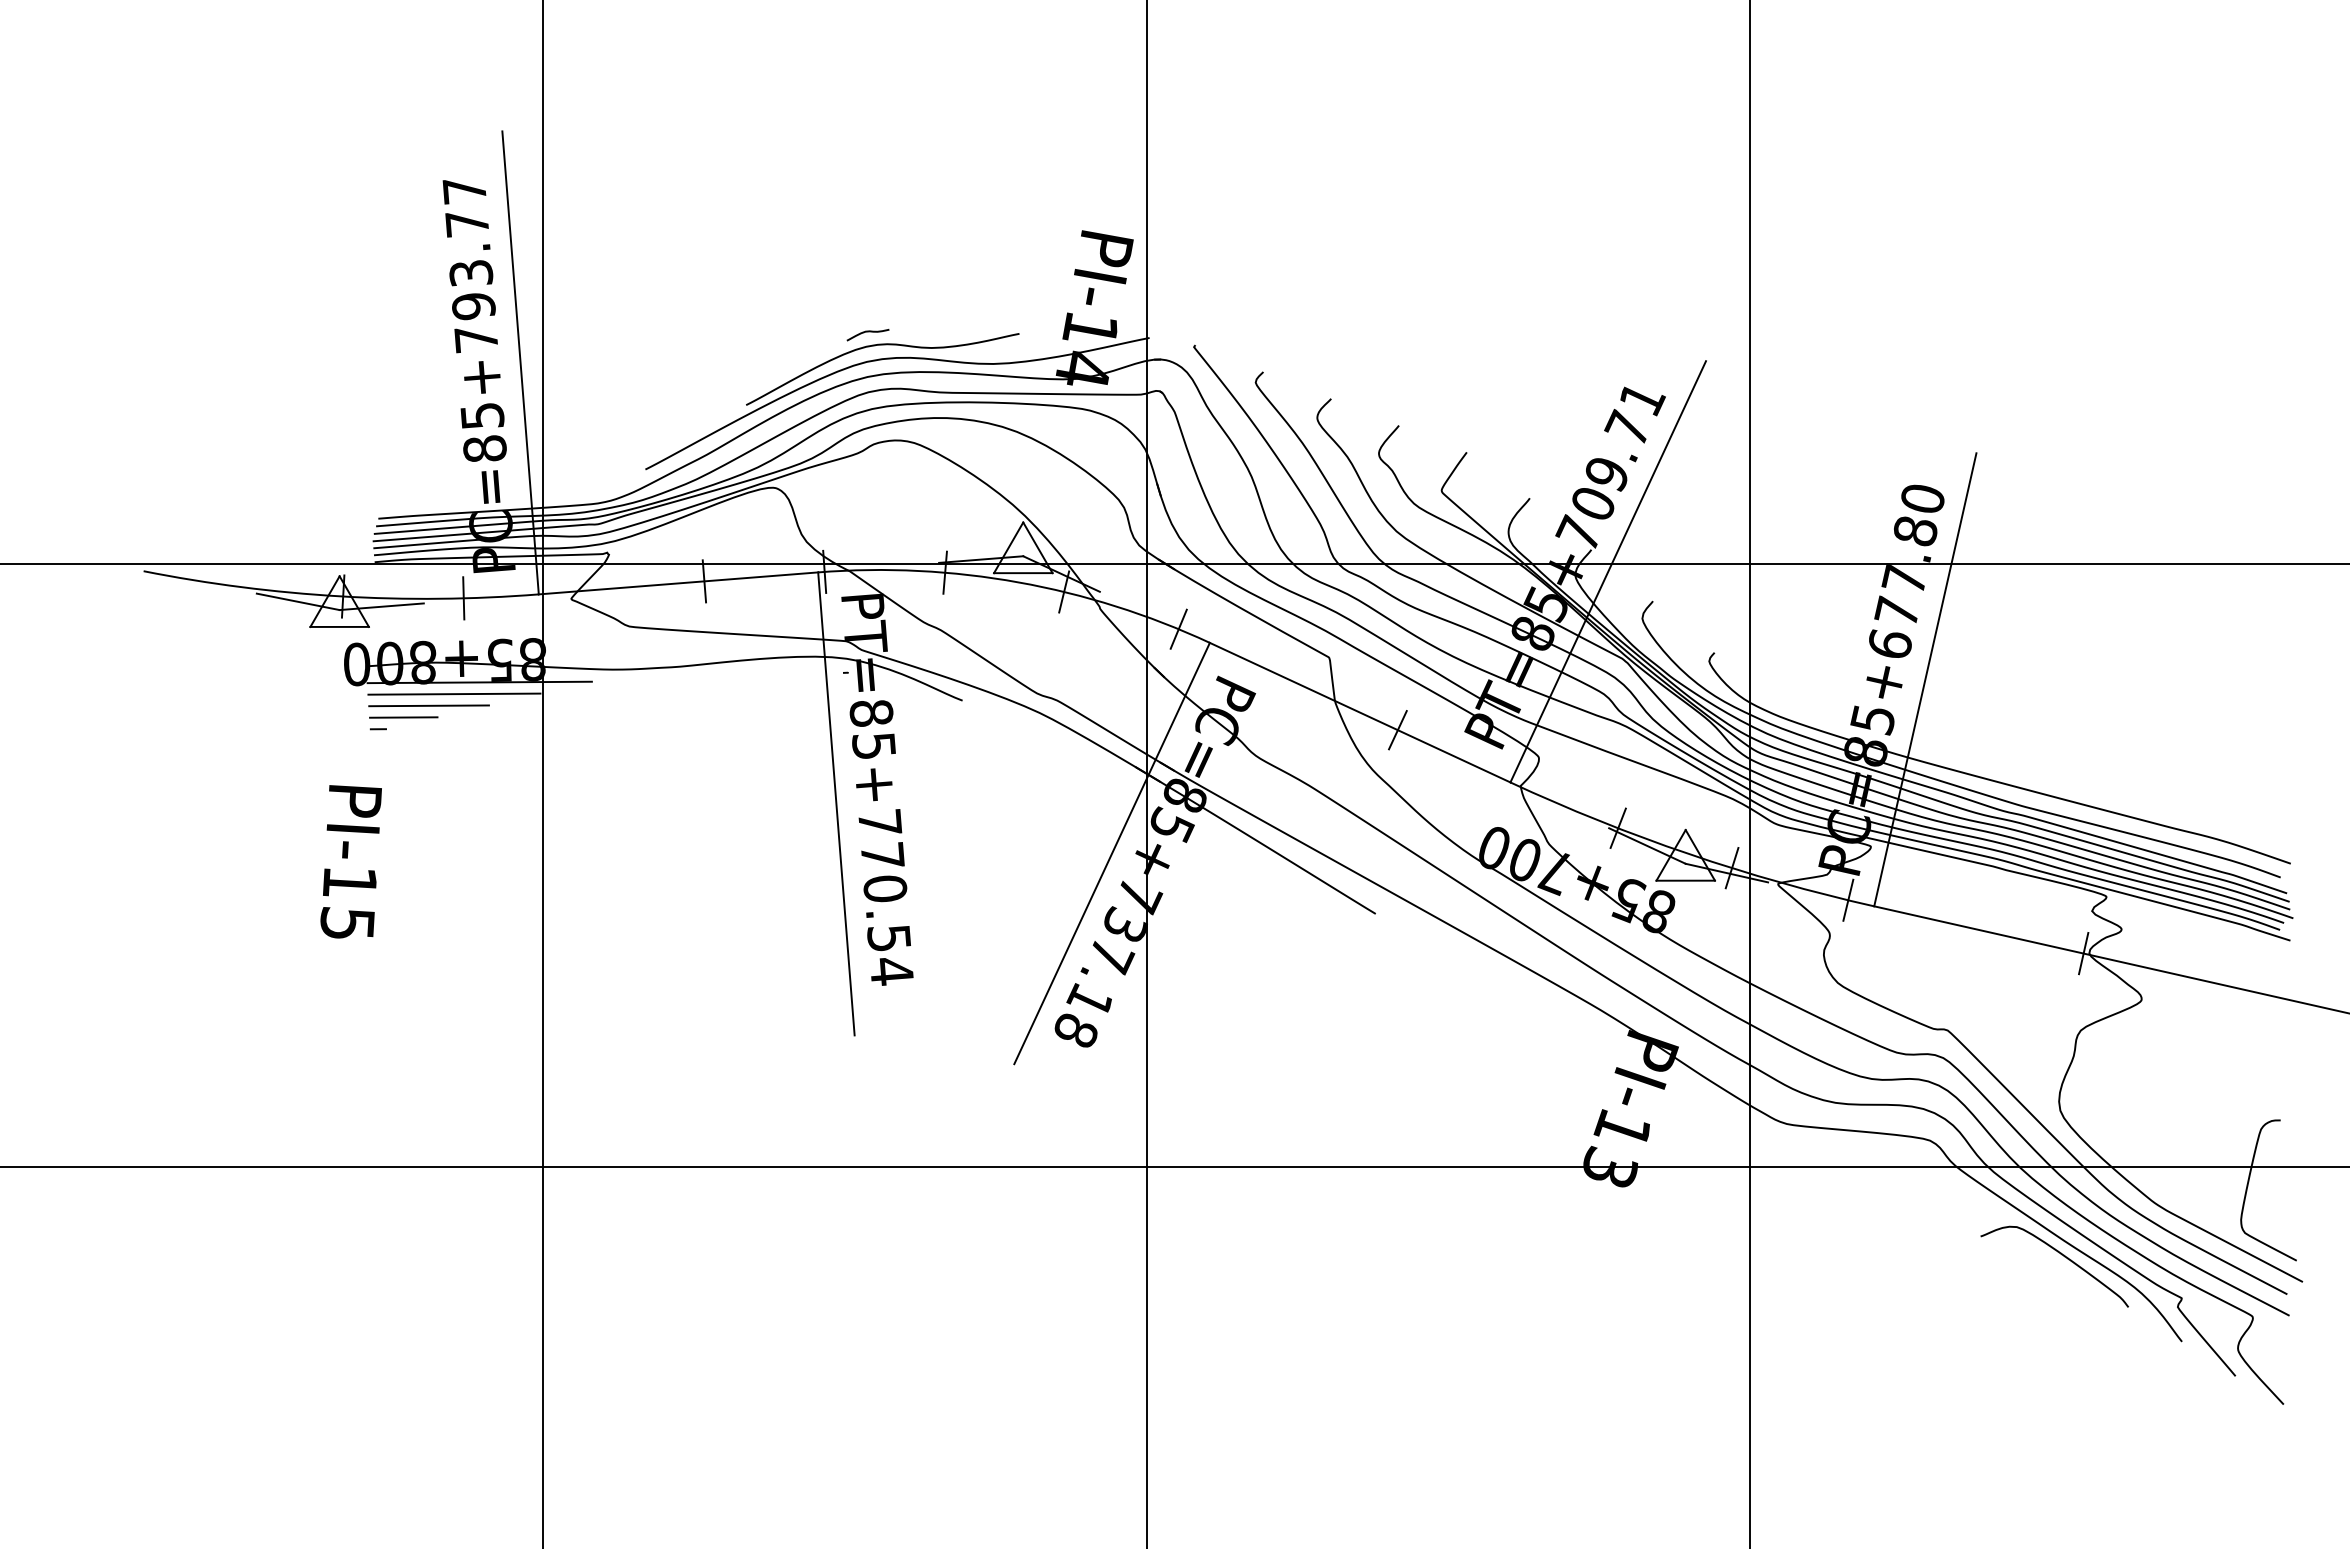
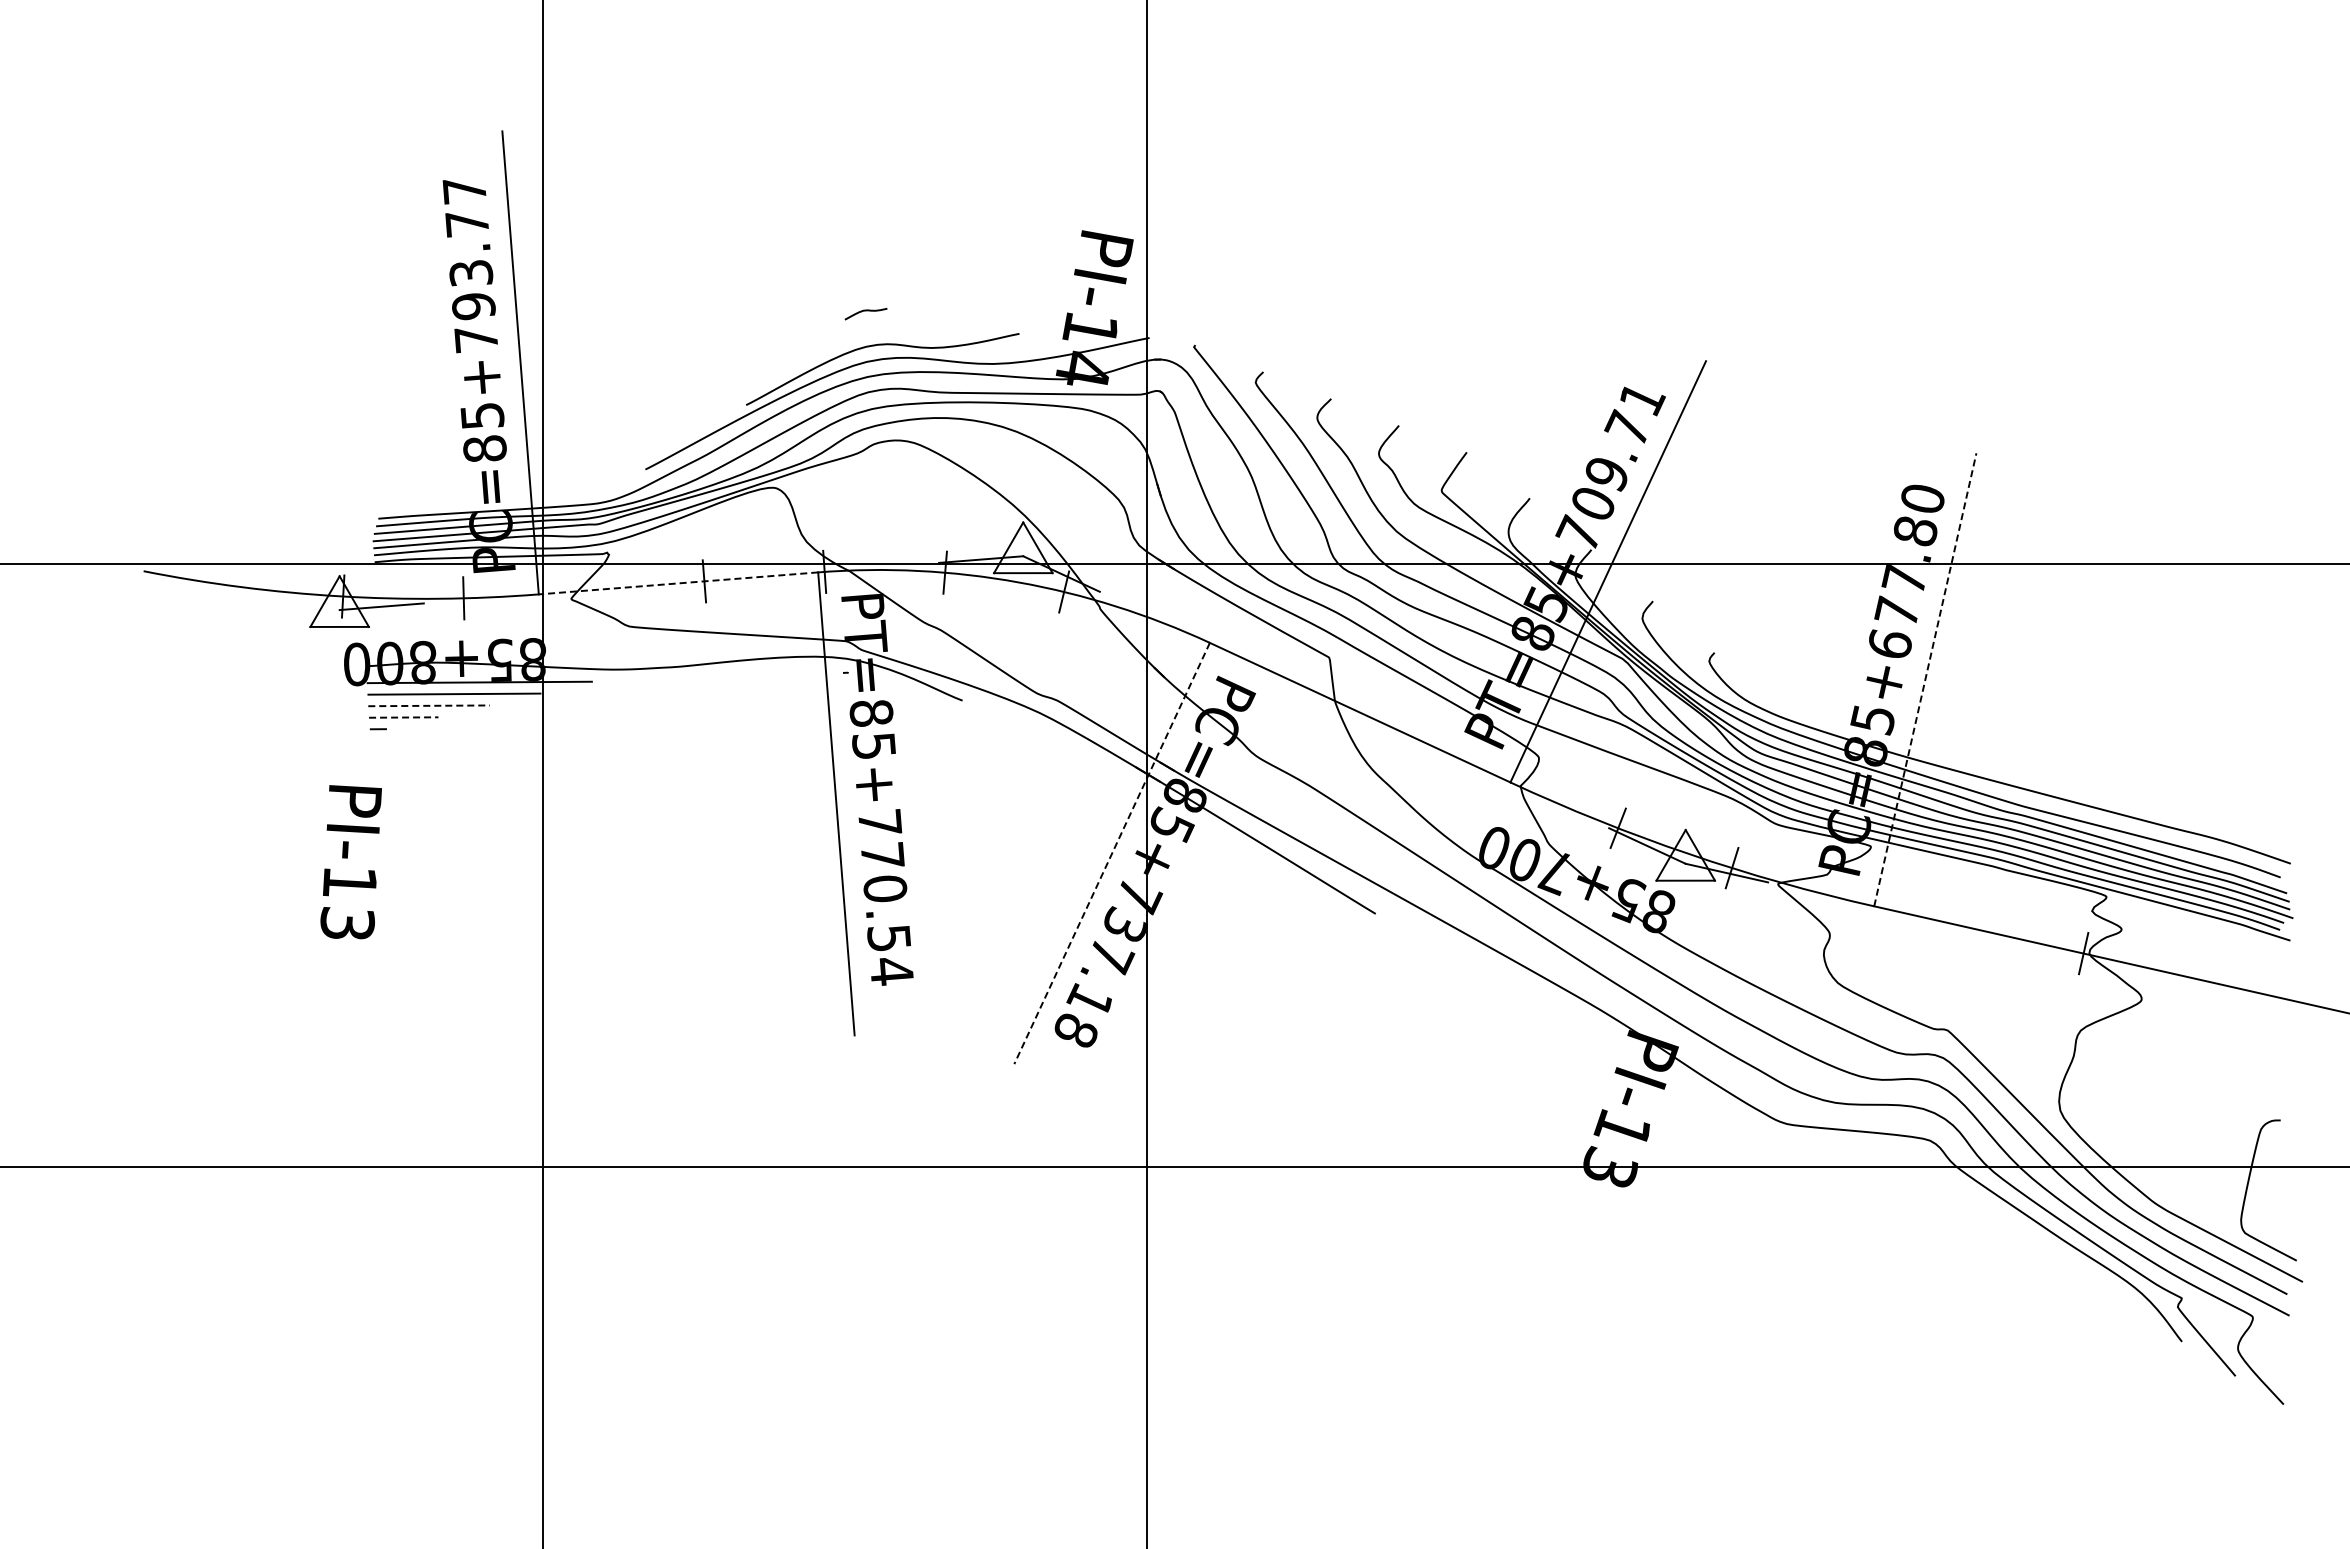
curve at (867, 332) position: (867, 332) -> (865, 311)
line at (678, 583): solid -> dashed
line at (297, 601): present -> none
line at (1178, 628): present -> none
line at (1925, 679): solid -> dashed
line at (429, 705): solid -> dashed
line at (403, 717): solid -> dashed
line at (1397, 730): present -> none
line at (1749, 773): present -> none
line at (1111, 853): solid -> dashed
line at (1848, 899): present -> none
text at (347, 923): PI-15 -> PI-13
curve at (2061, 1255): present -> none
